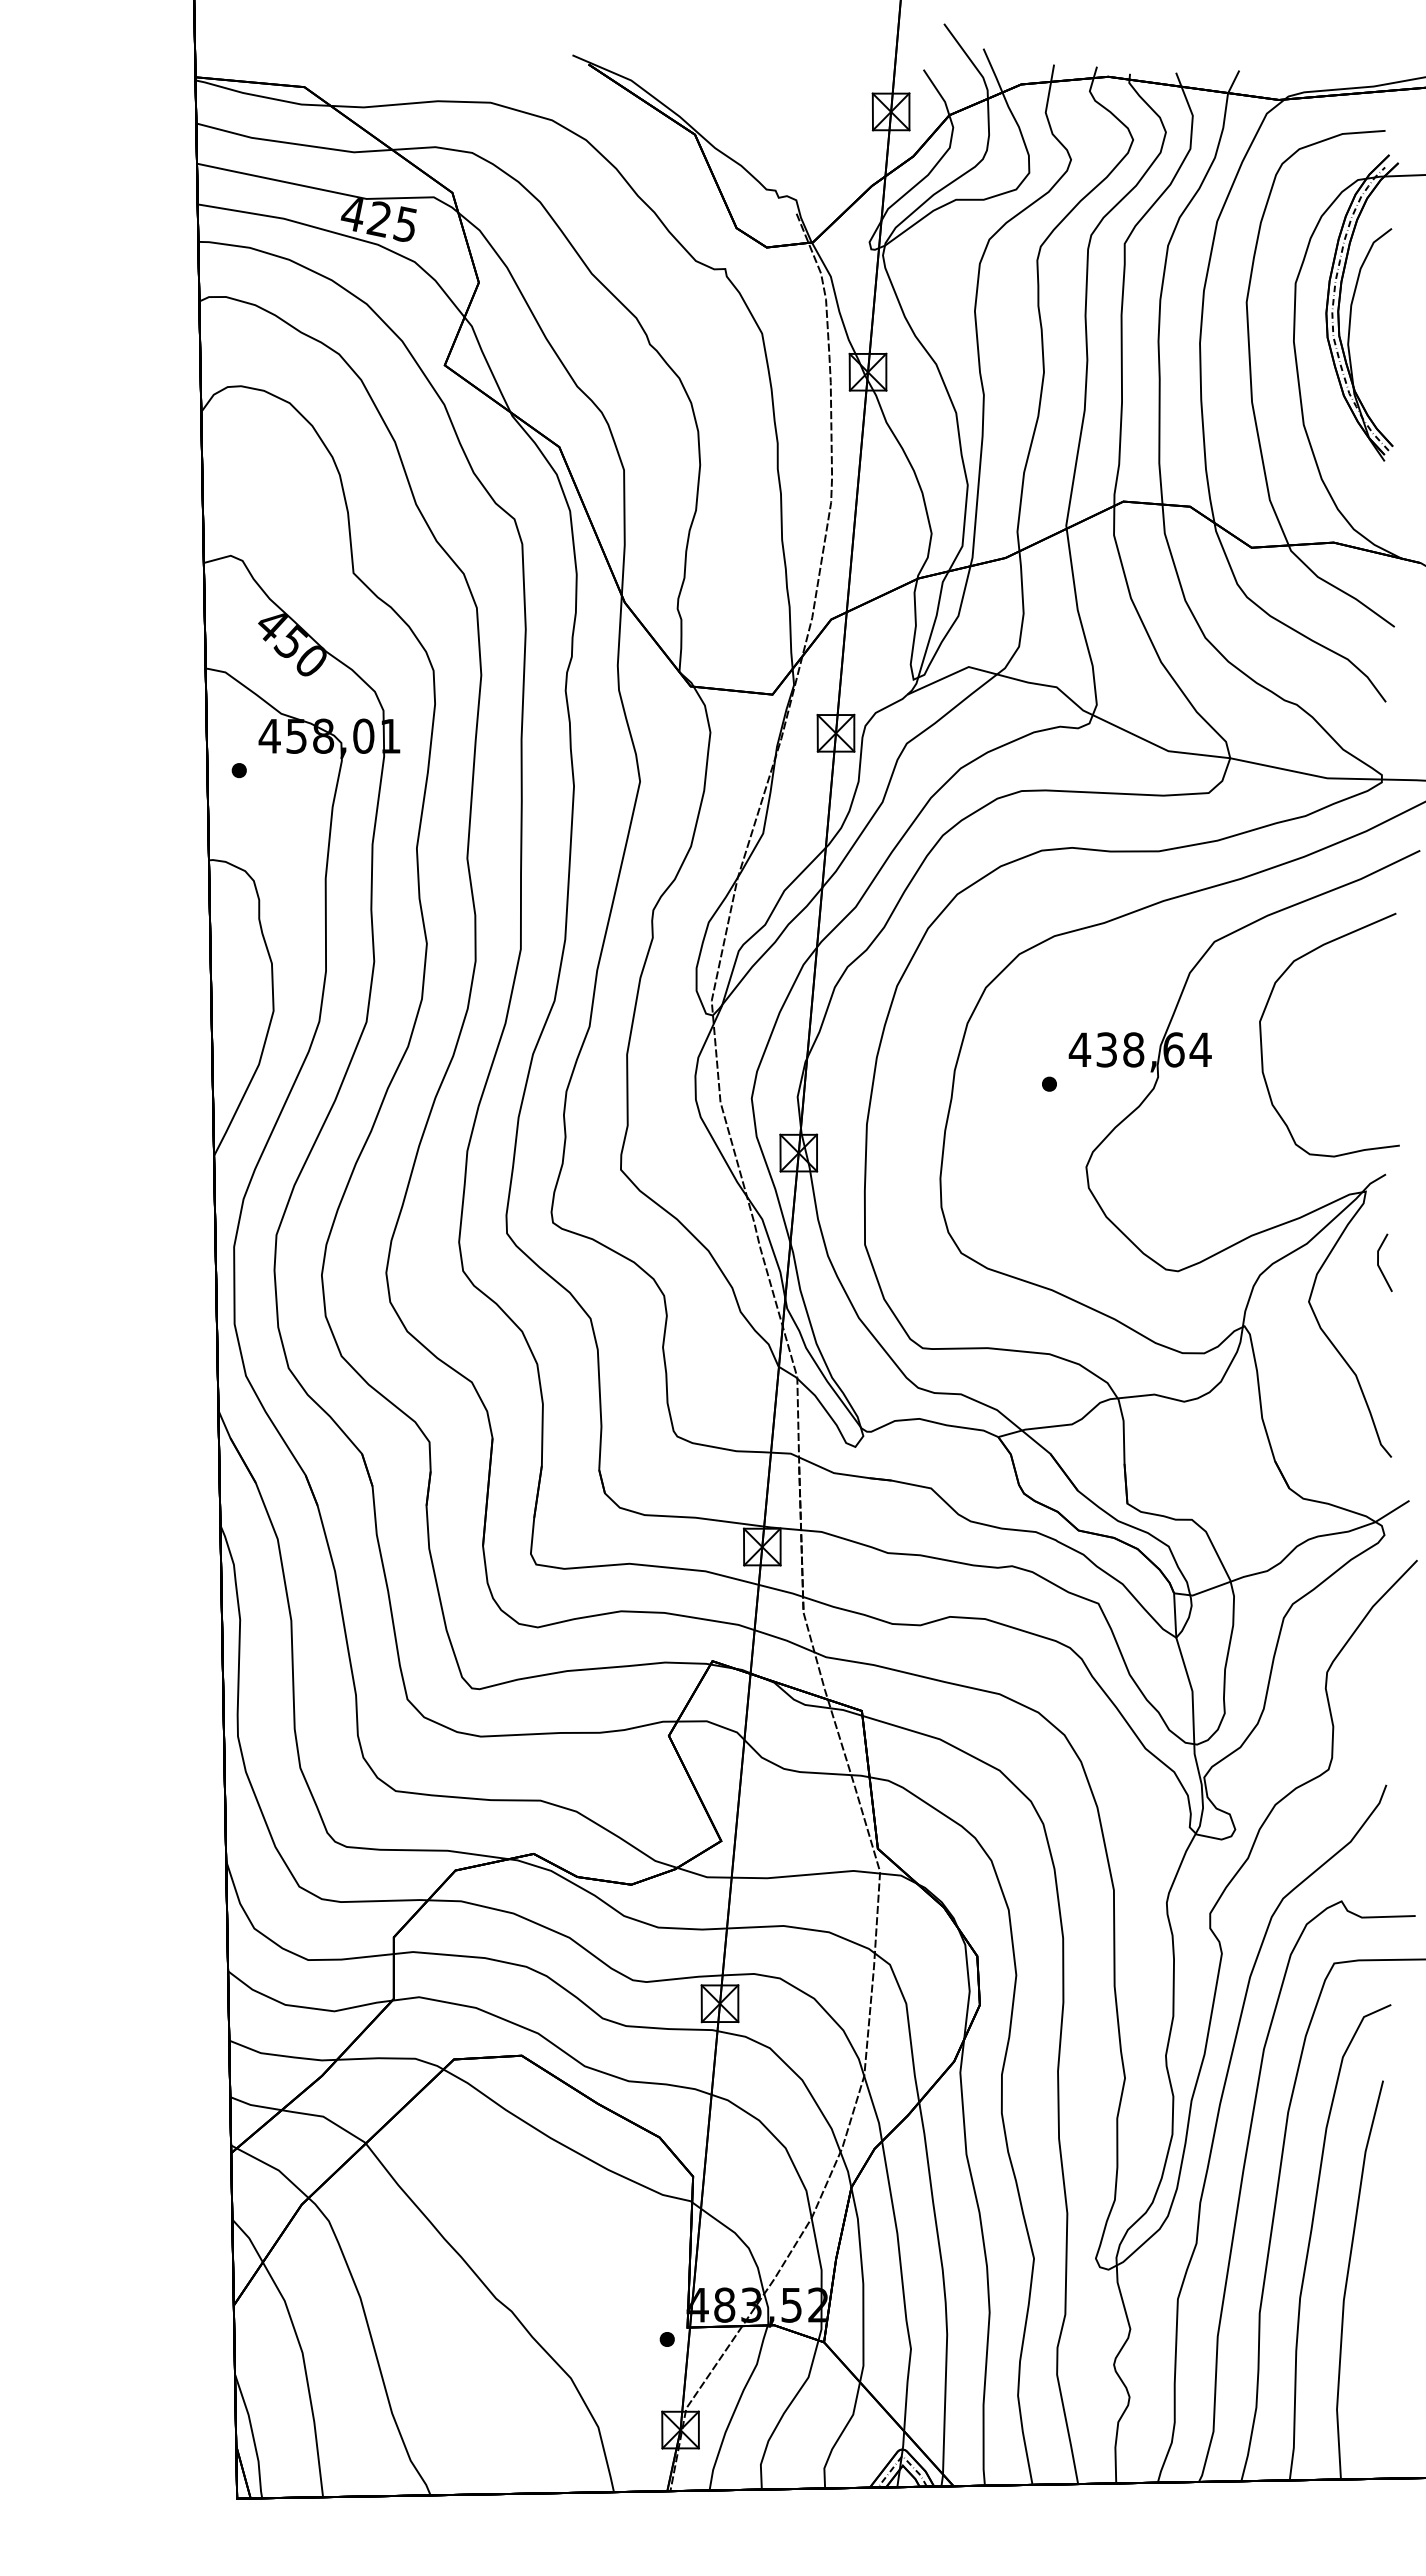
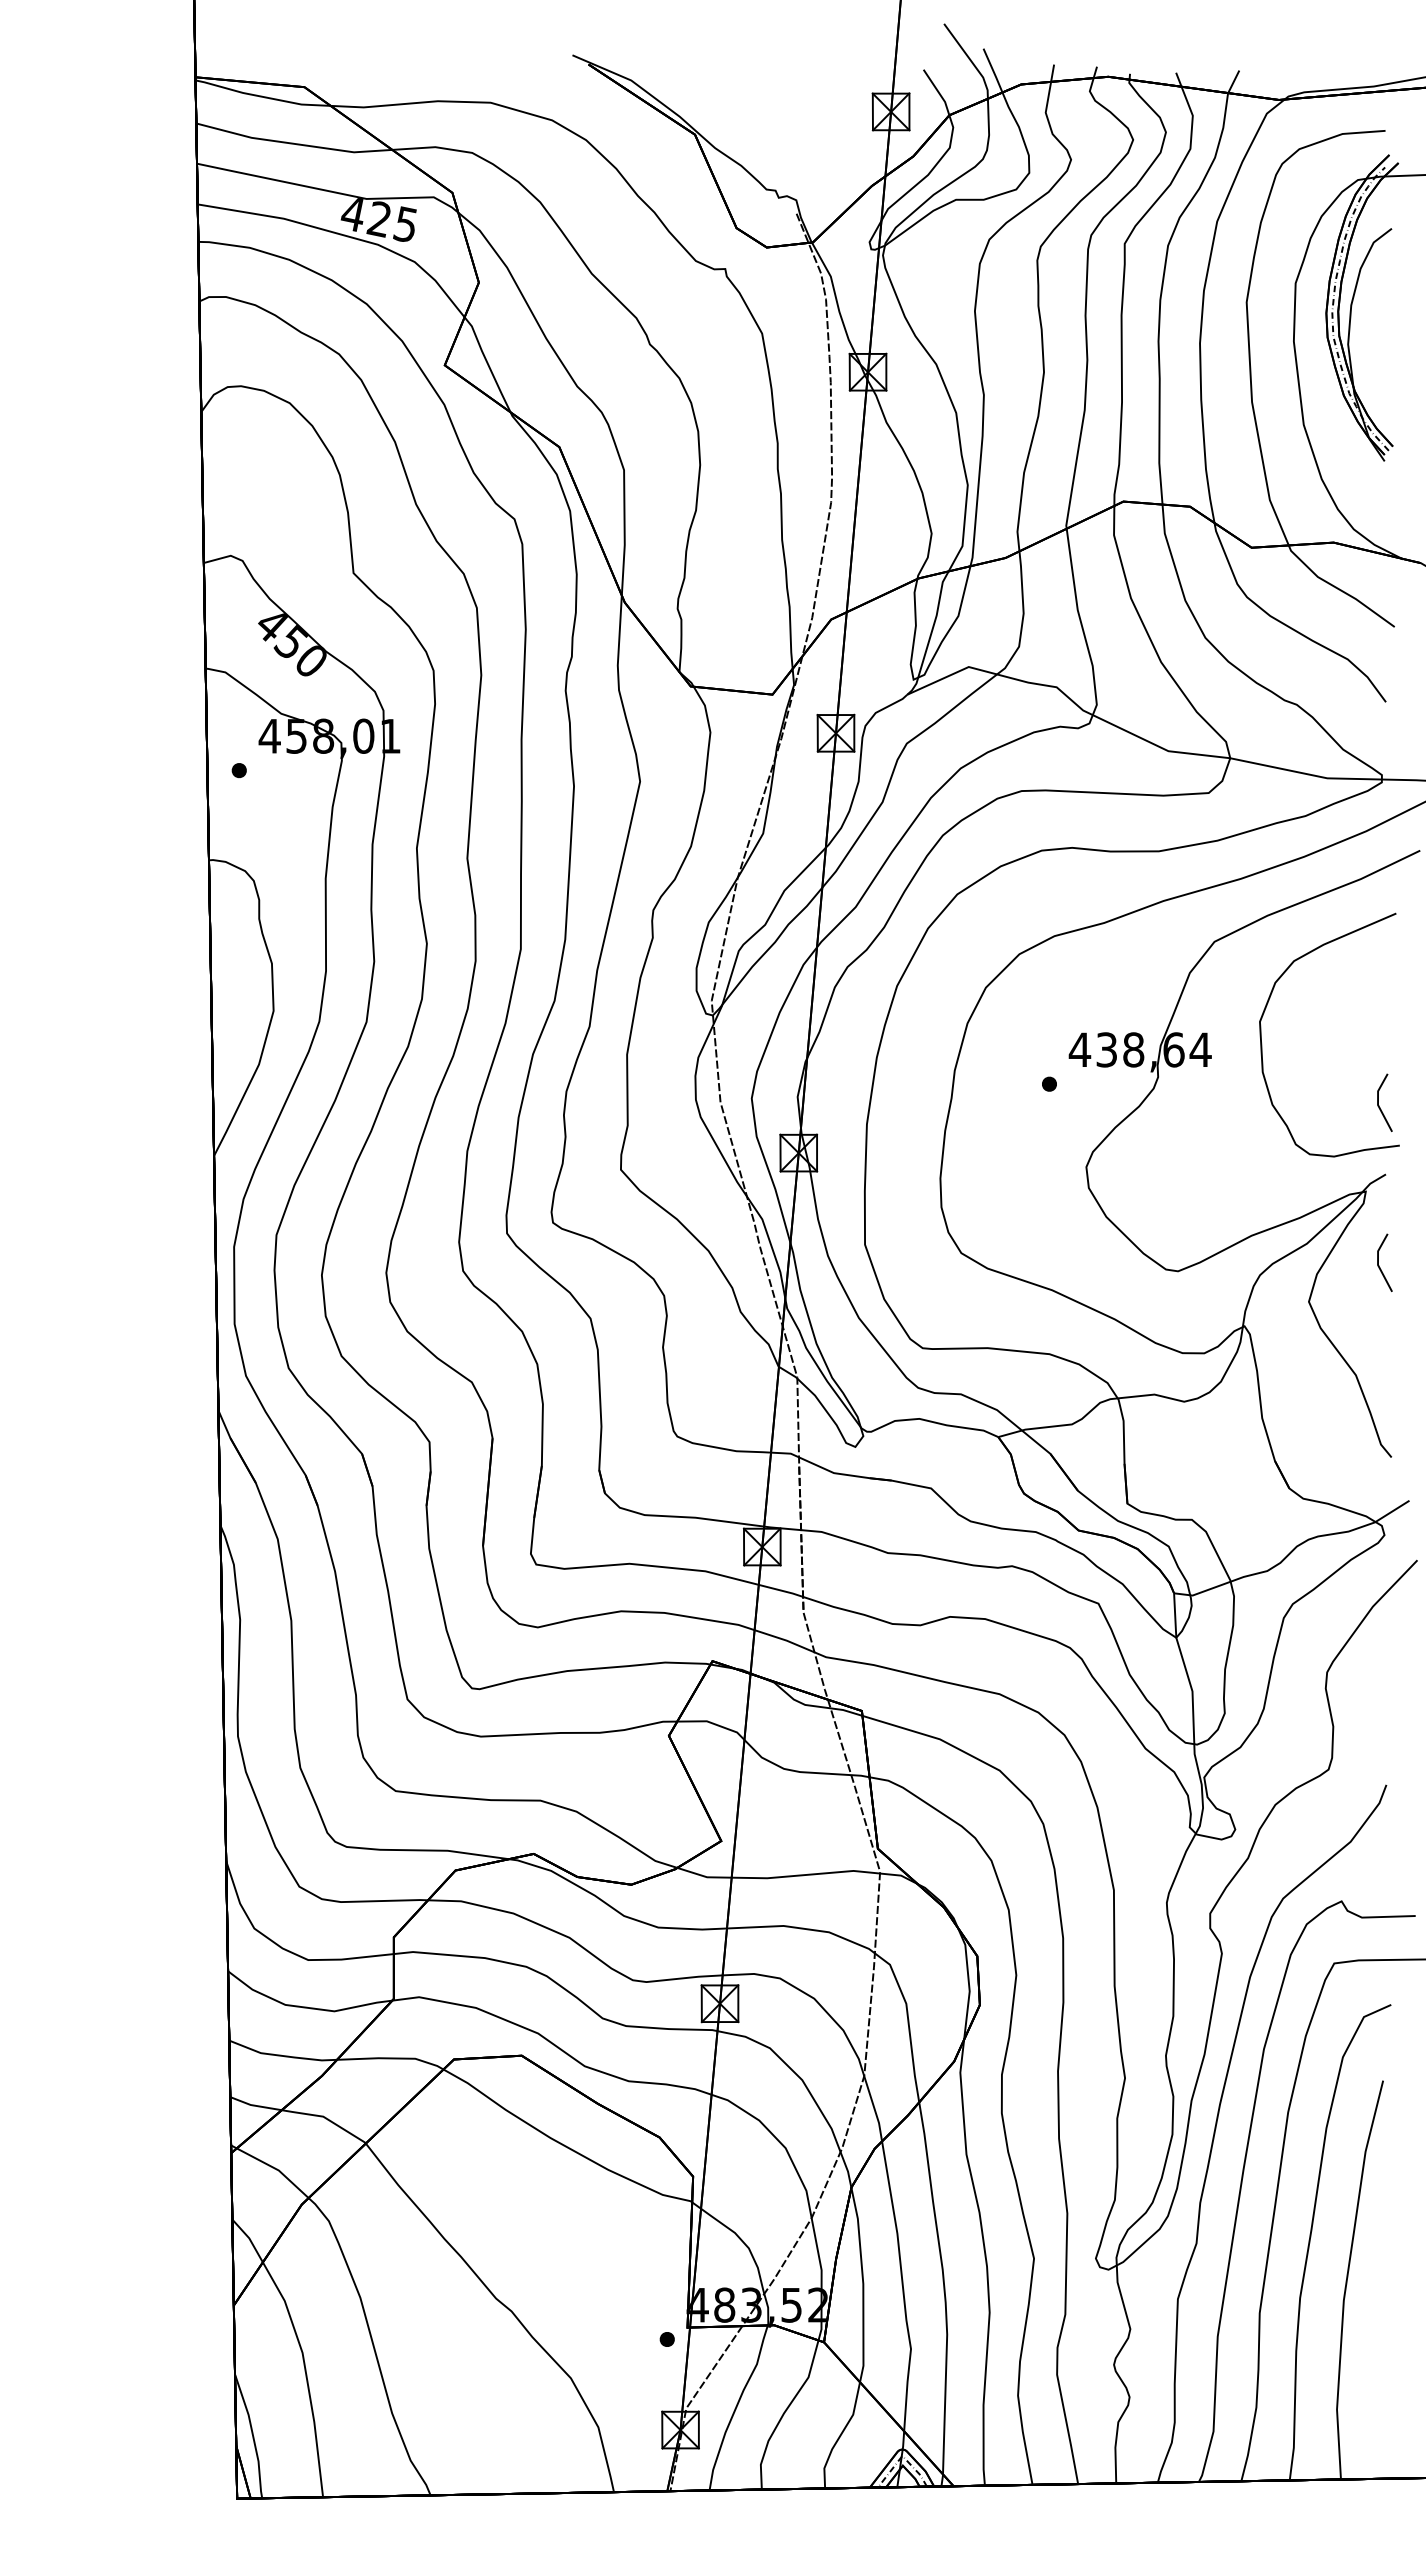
line at (1379, 1105): none -> present
